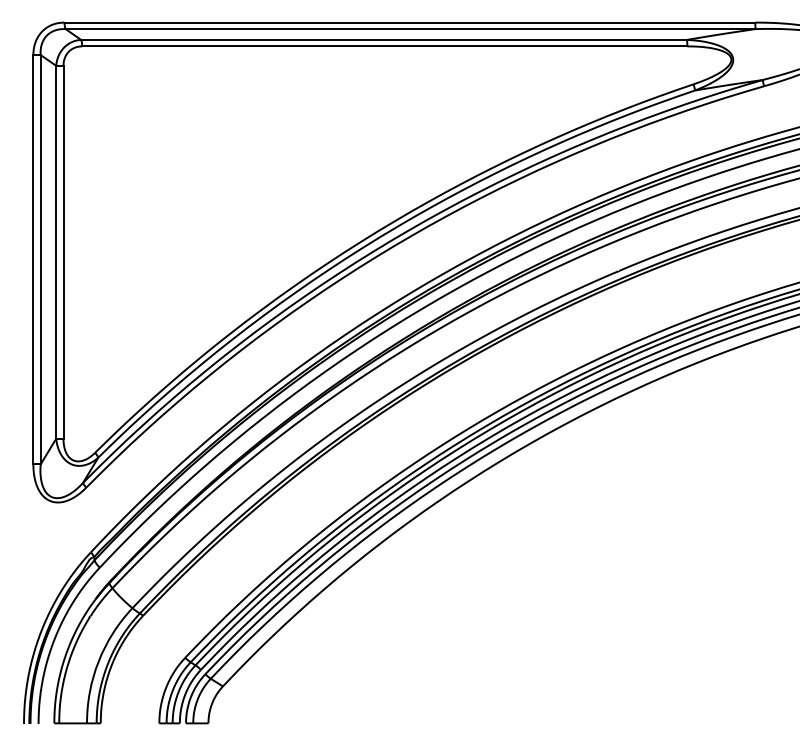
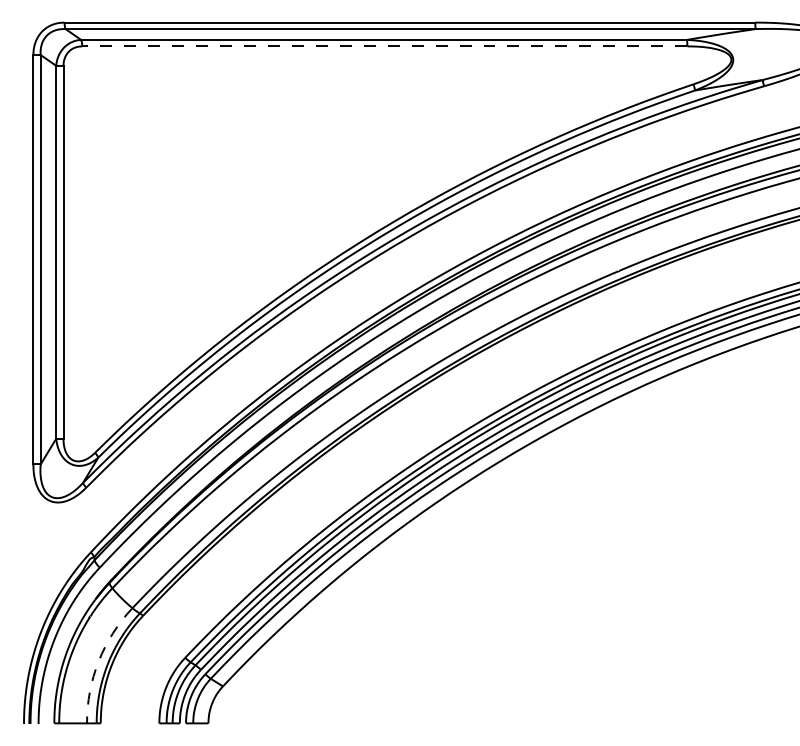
line at (384, 46): solid -> dashed
arc at (98, 661): solid -> dashed
